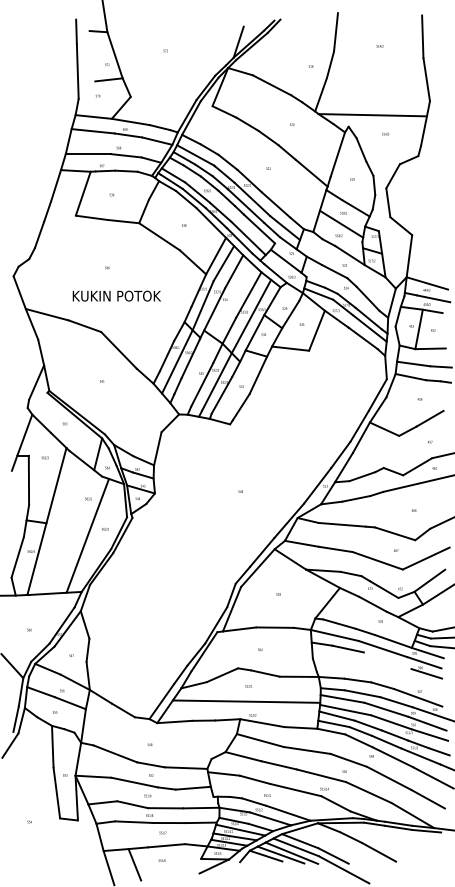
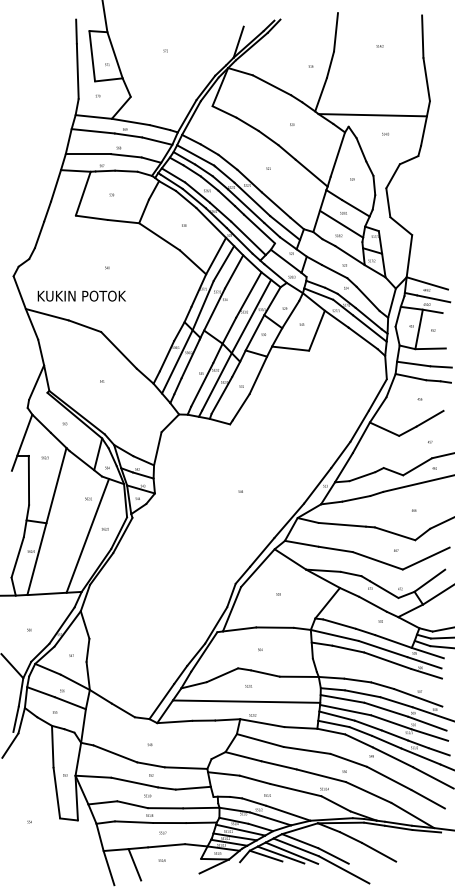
line at (92, 56): none -> present
text at (116, 295) position: (116, 295) -> (81, 295)
line at (387, 660): none -> present
